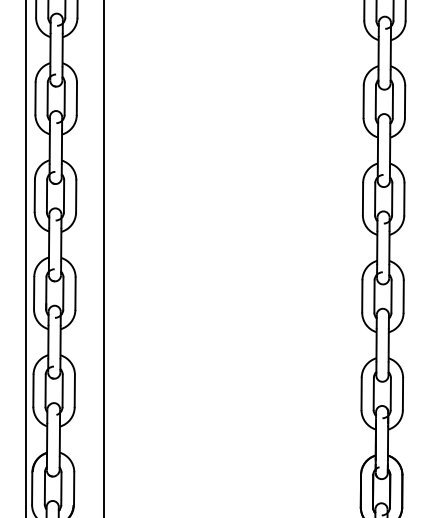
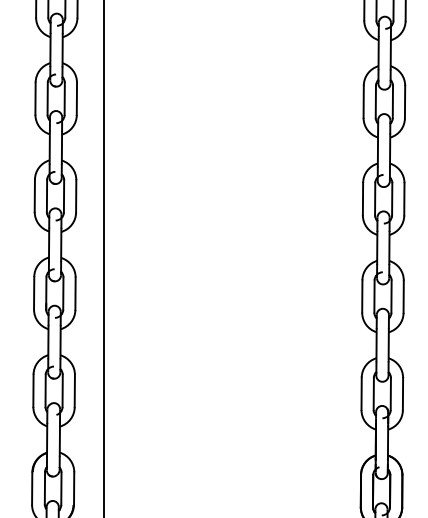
line at (26, 258): present -> none
